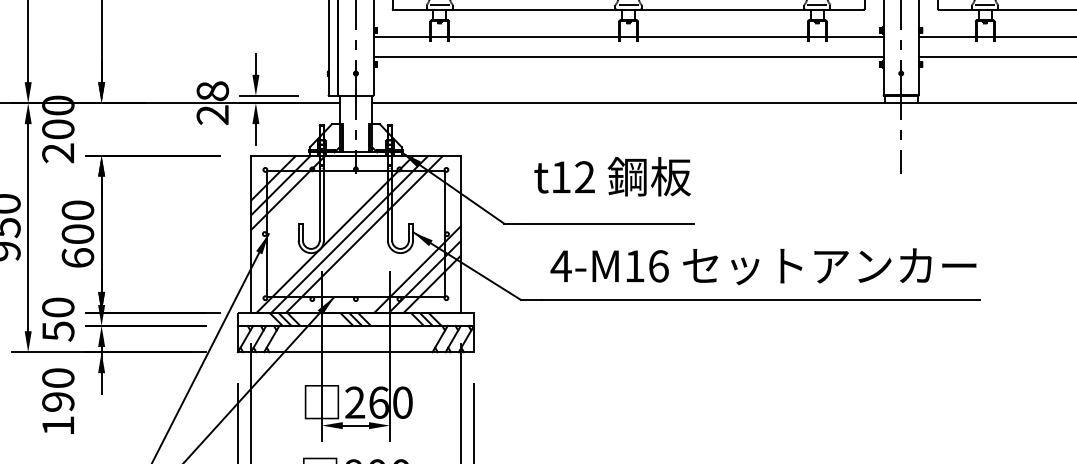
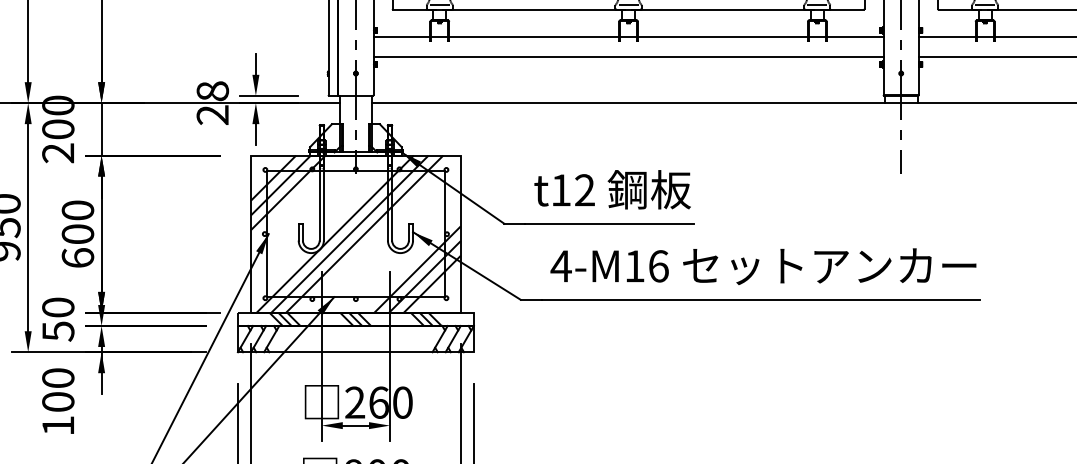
line at (101, 129): none -> present
text at (612, 176) position: (612, 176) -> (612, 189)
text at (58, 401): 190 -> 100
